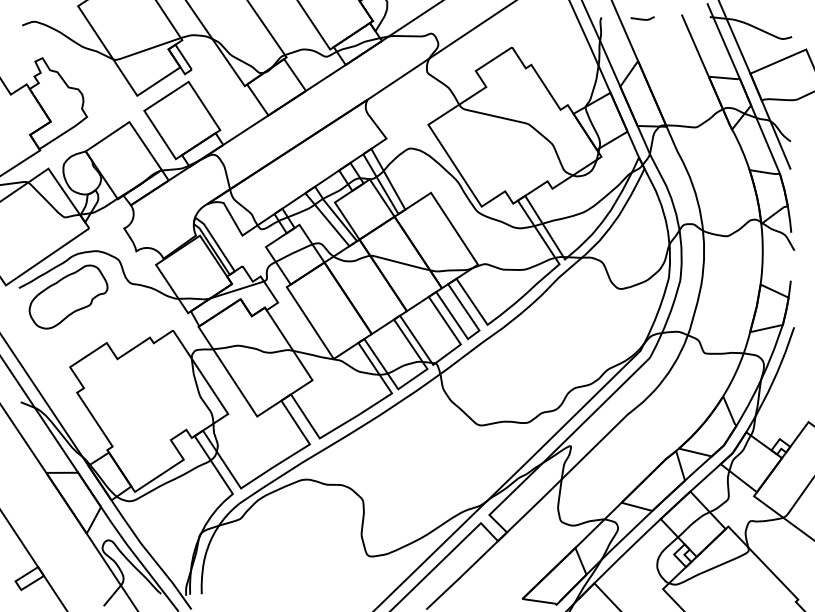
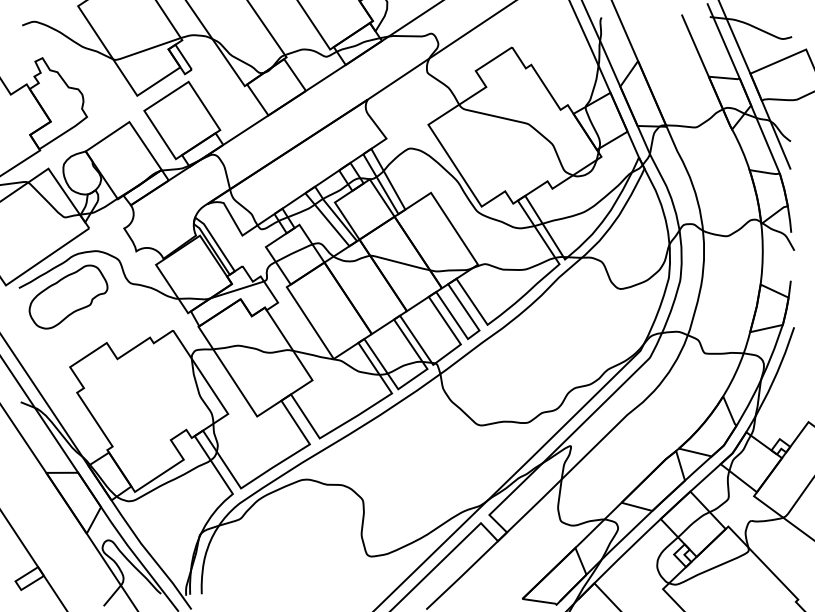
line at (642, 18): present -> none
